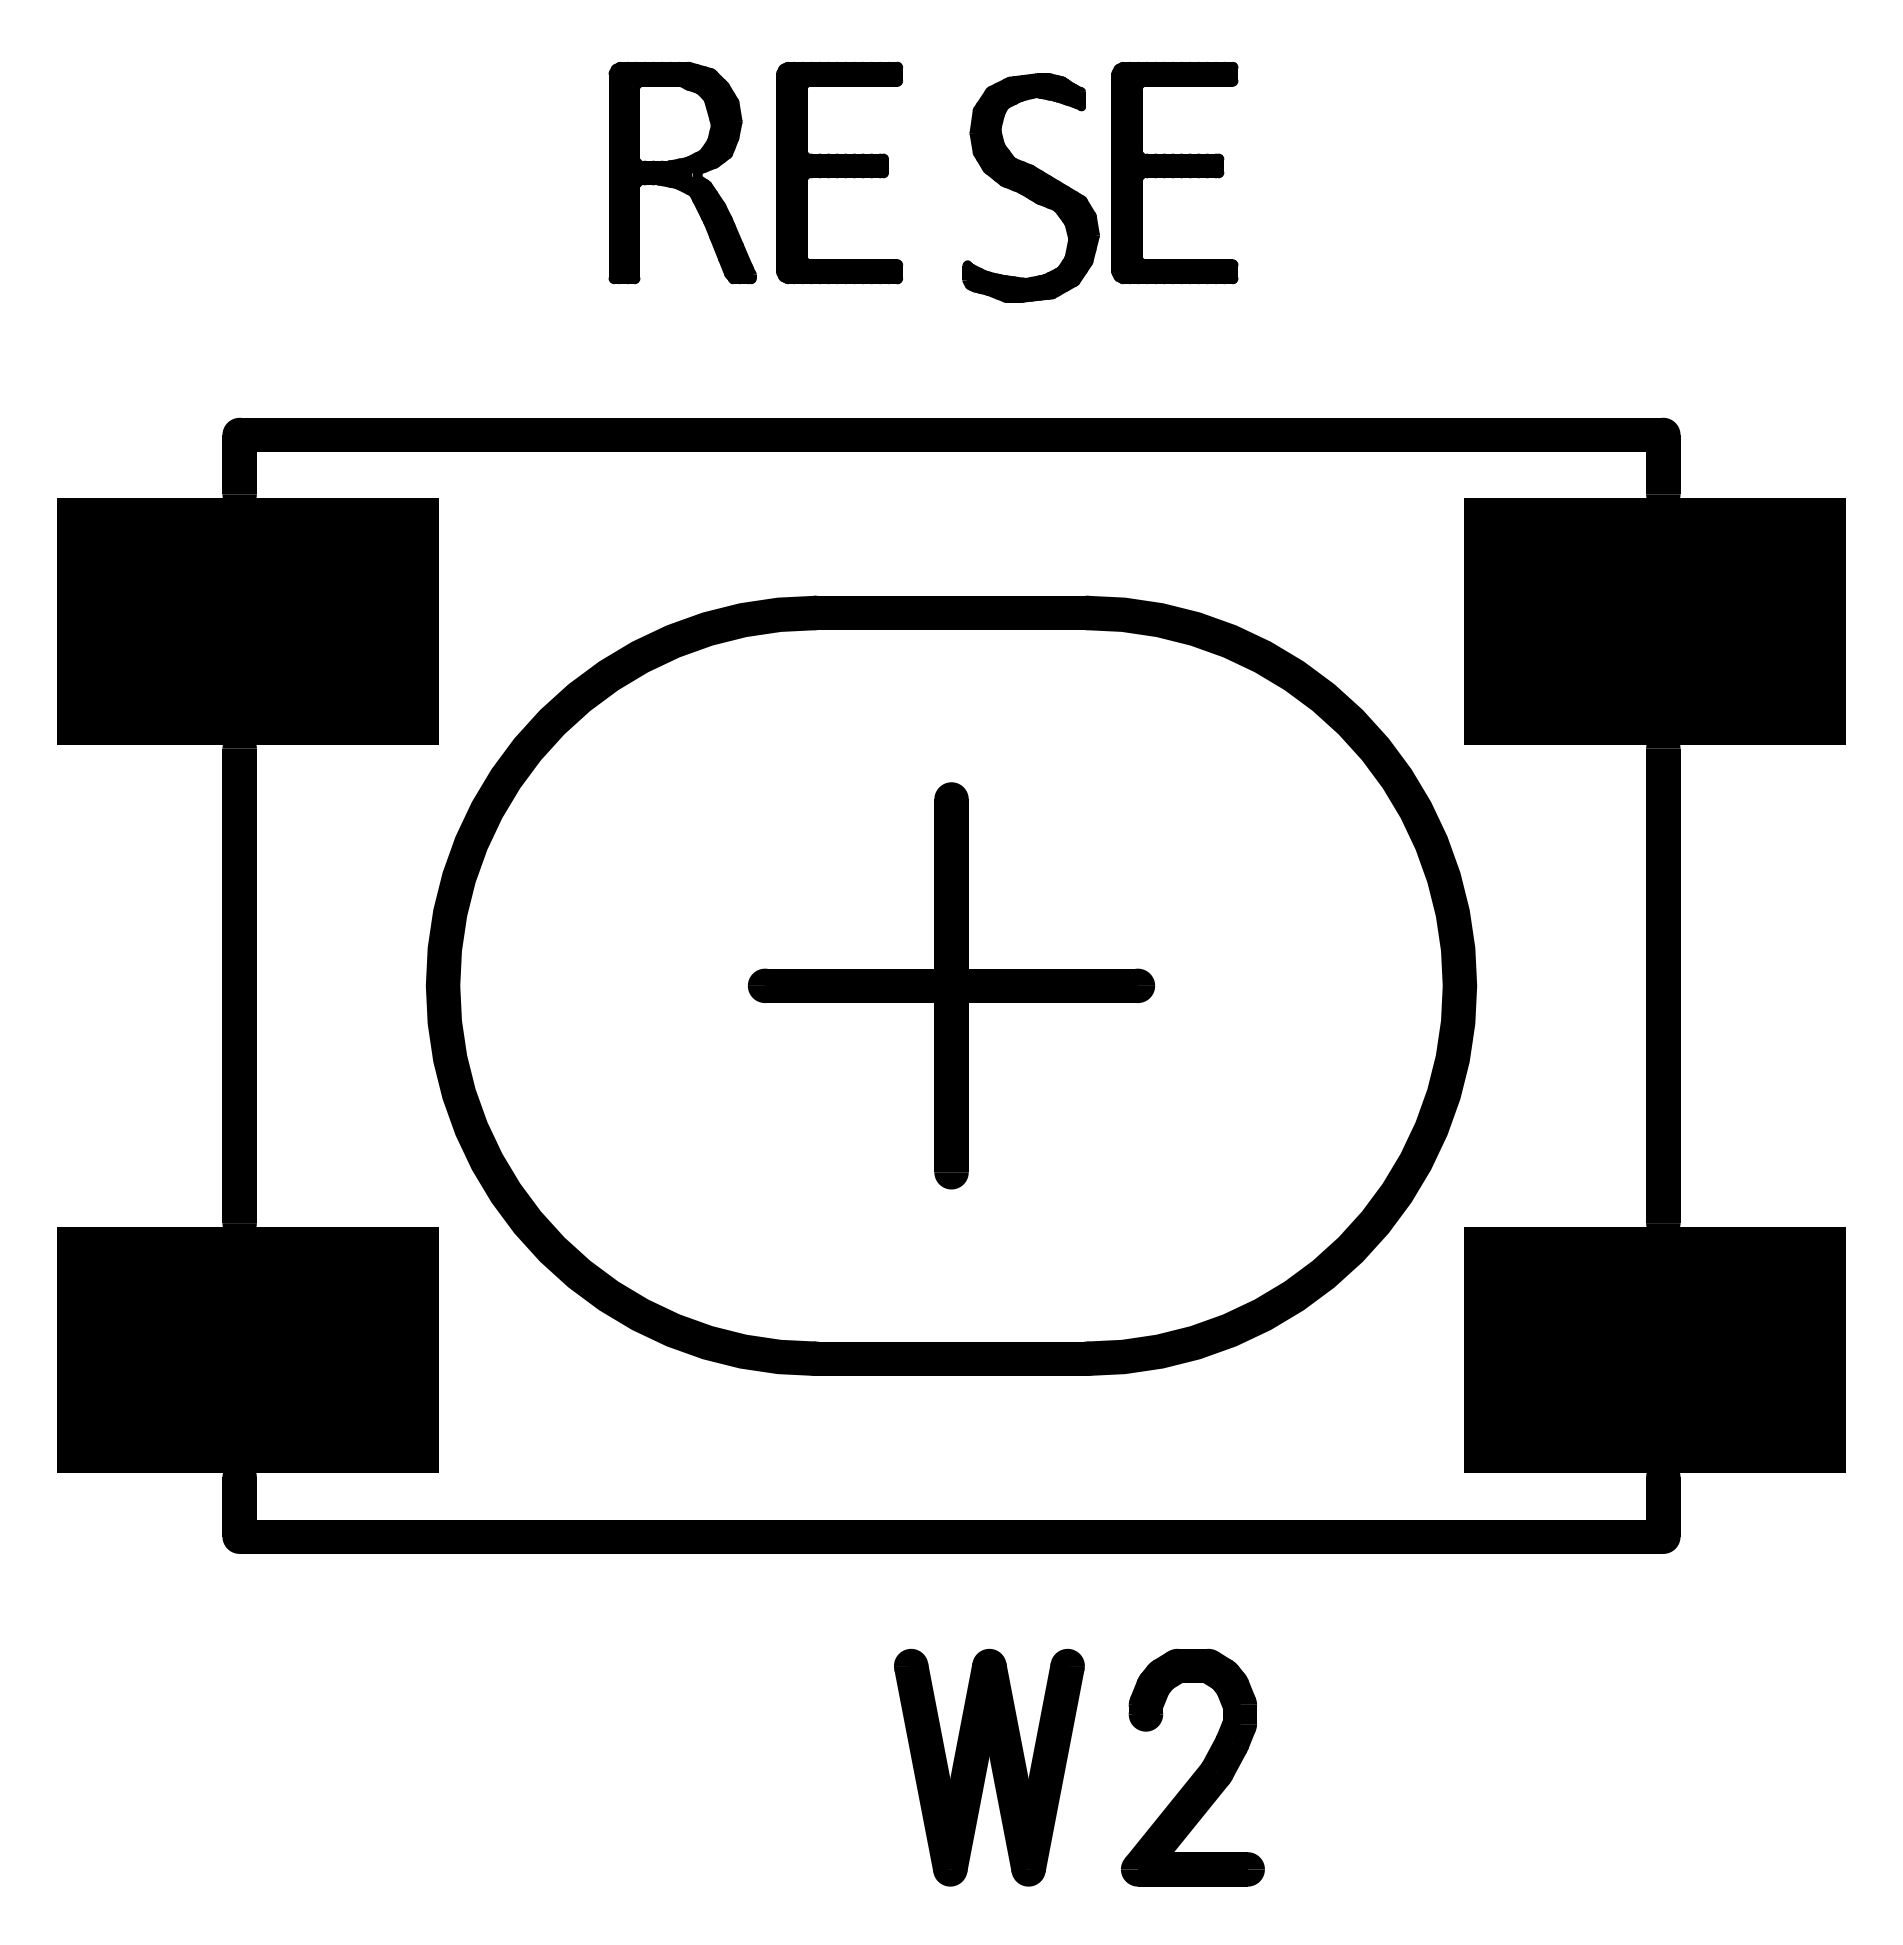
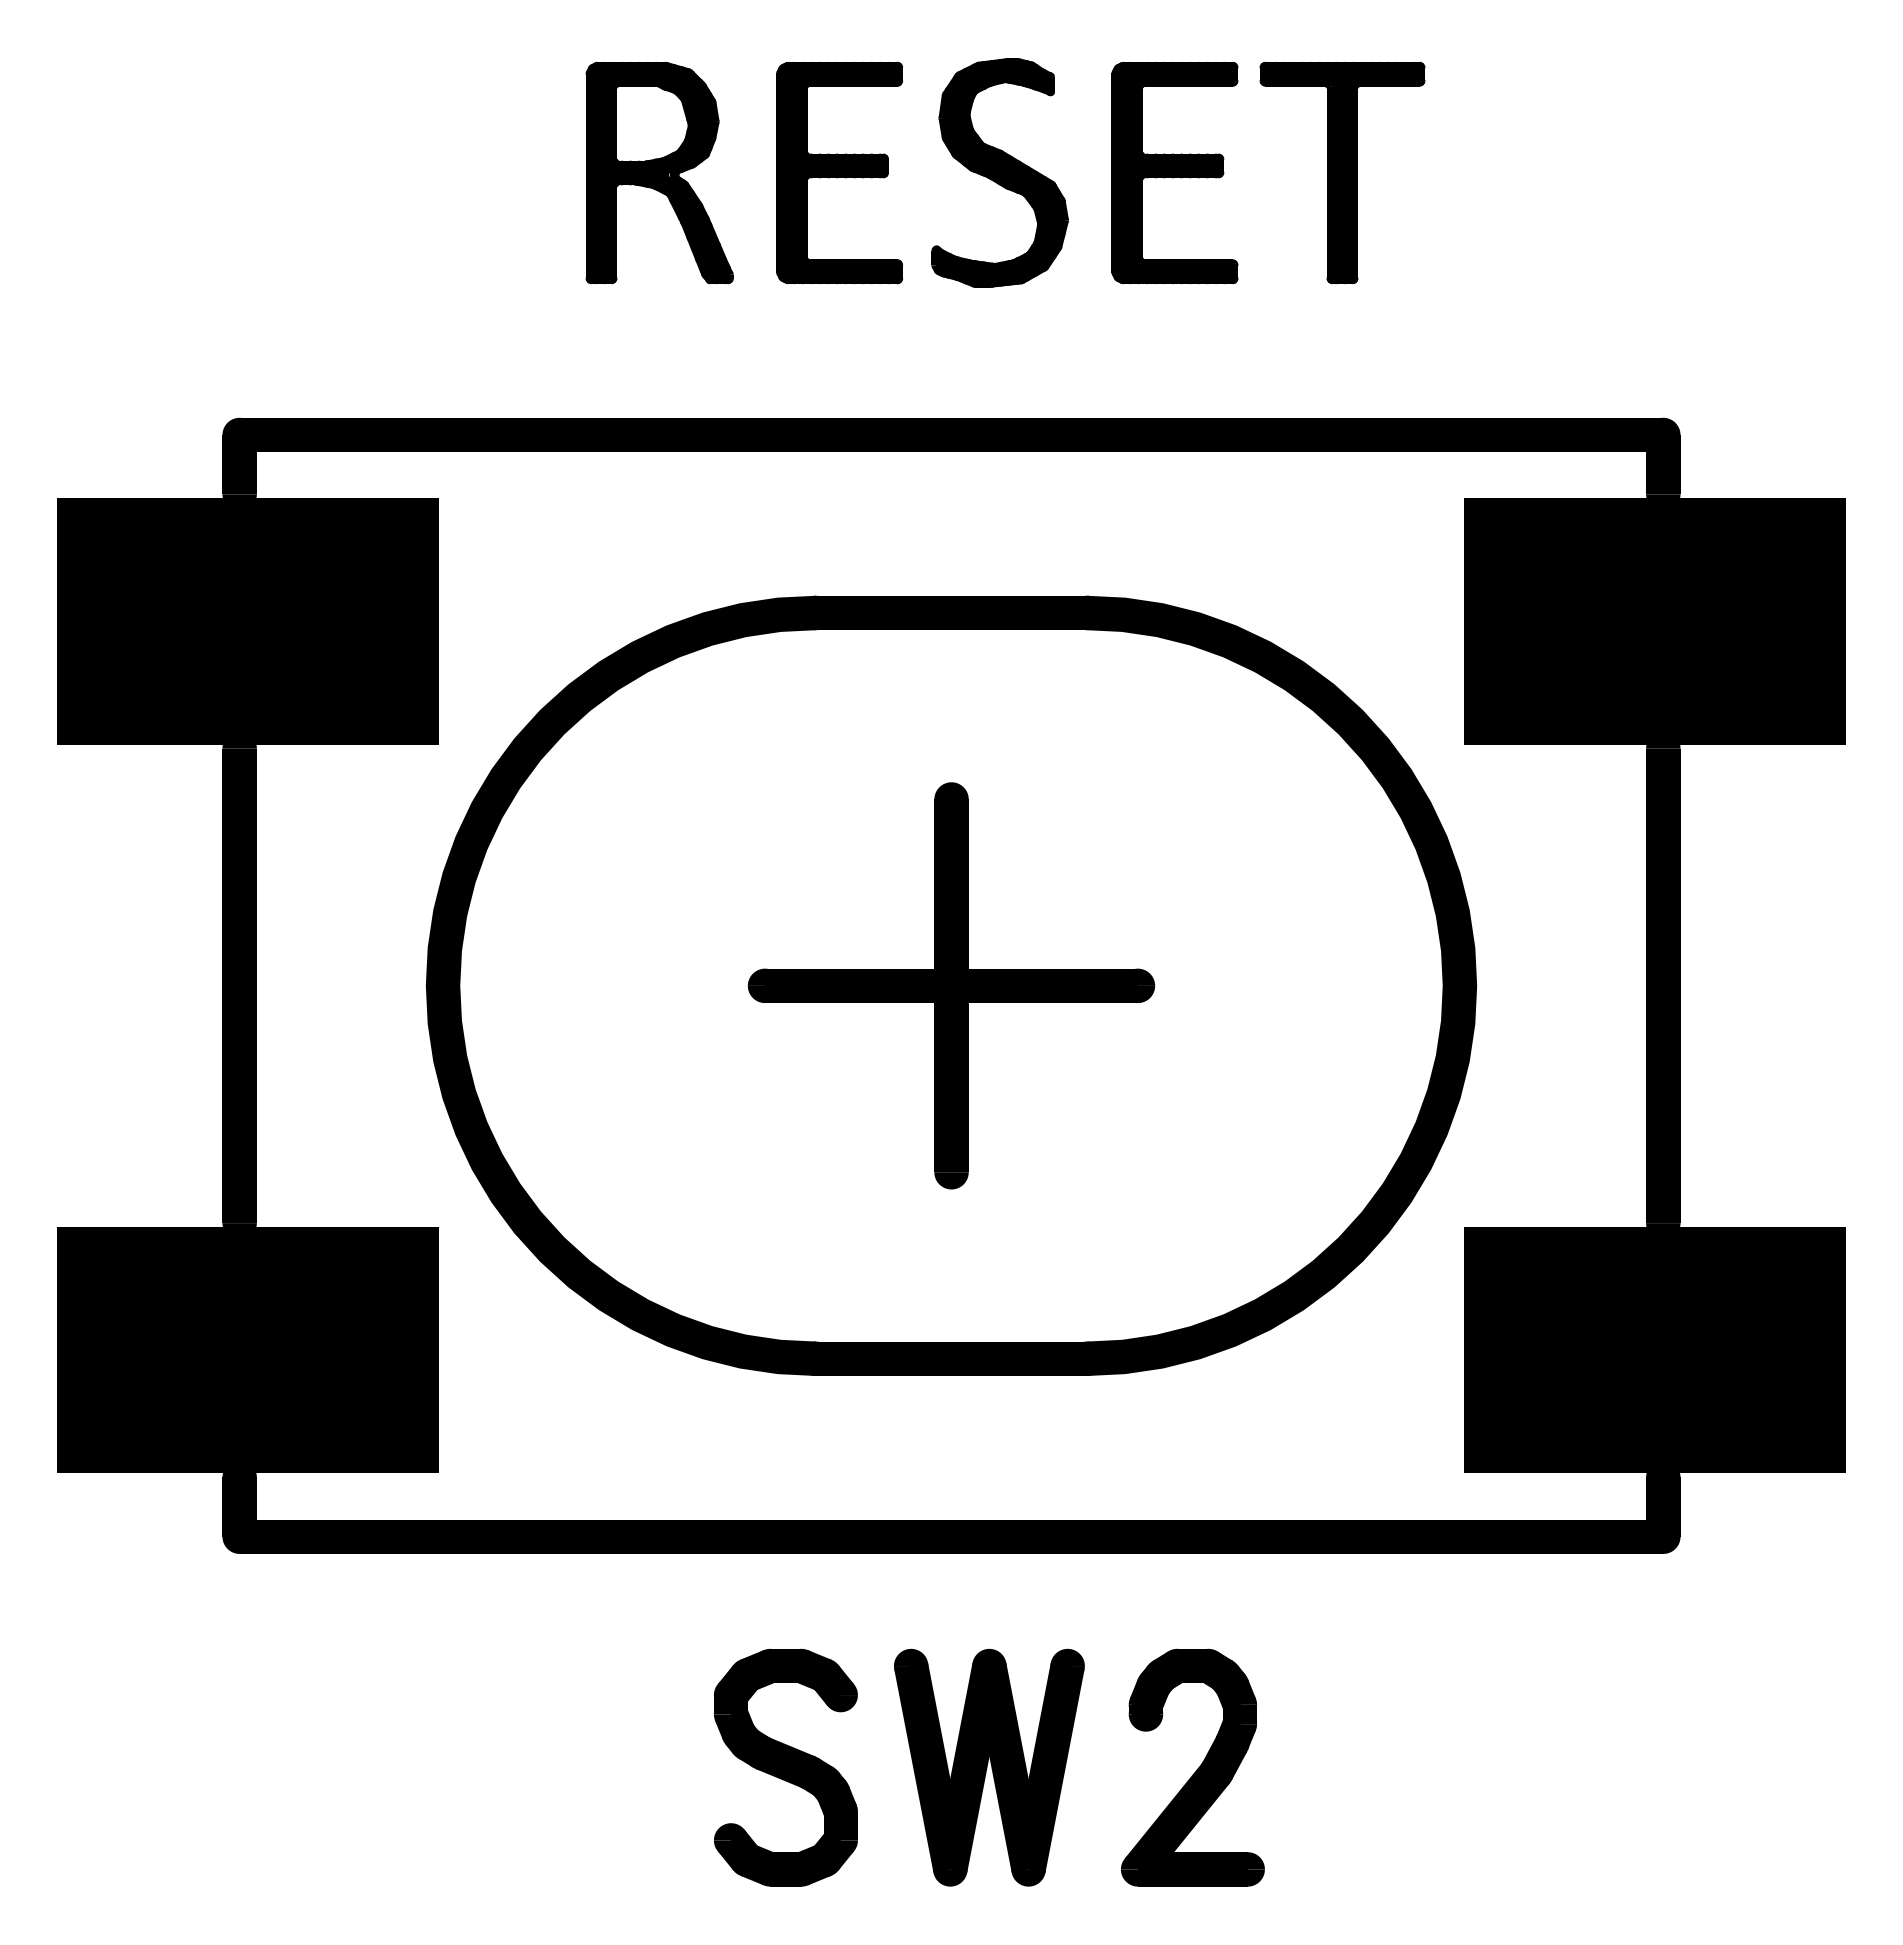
part at (682, 172) position: (682, 172) -> (659, 172)
part at (1342, 173): none -> present
part at (1030, 187) position: (1030, 187) -> (999, 172)
part at (785, 1767): none -> present
